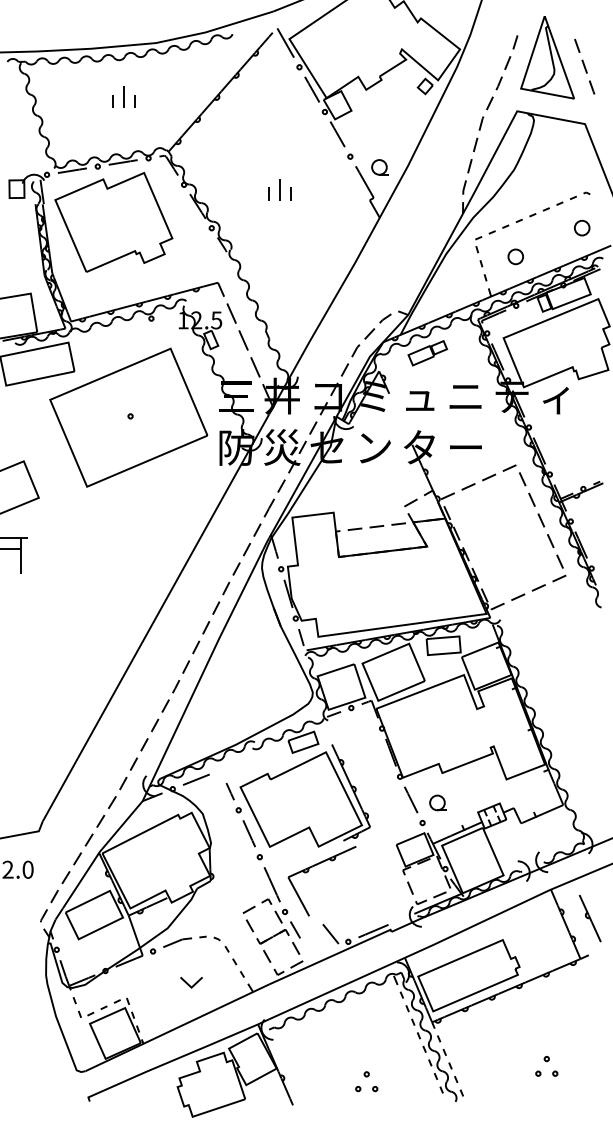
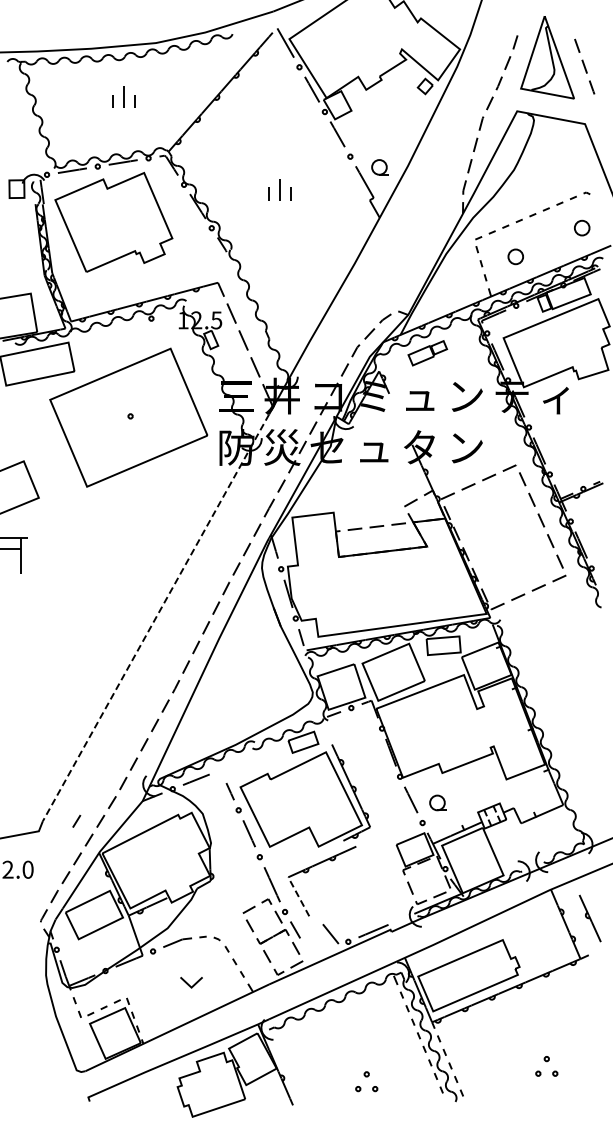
text at (465, 396): ニ -> ン
text at (375, 448): ン -> ュ
text at (466, 448): ー -> ン
line at (156, 617): solid -> dashed
line at (76, 820): none -> present
line at (298, 896): solid -> dashed
